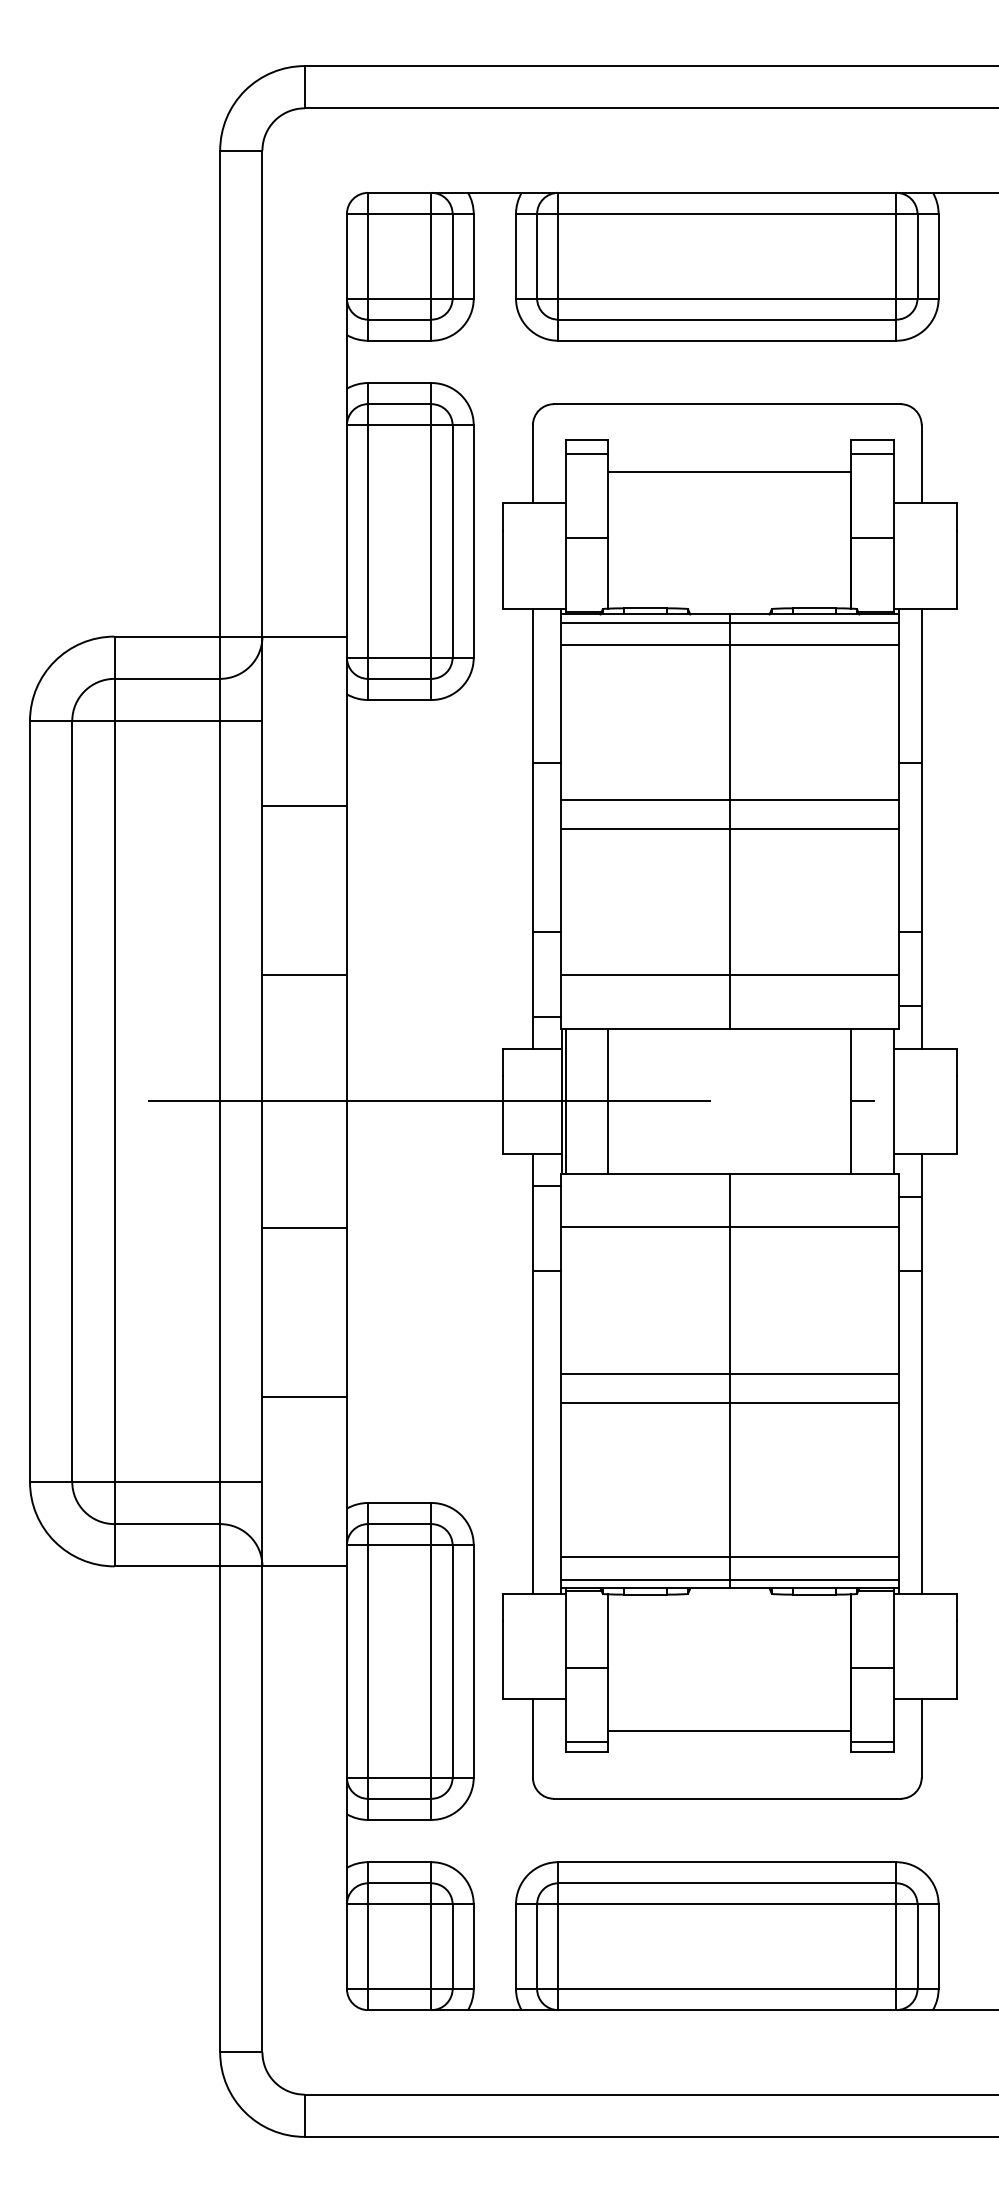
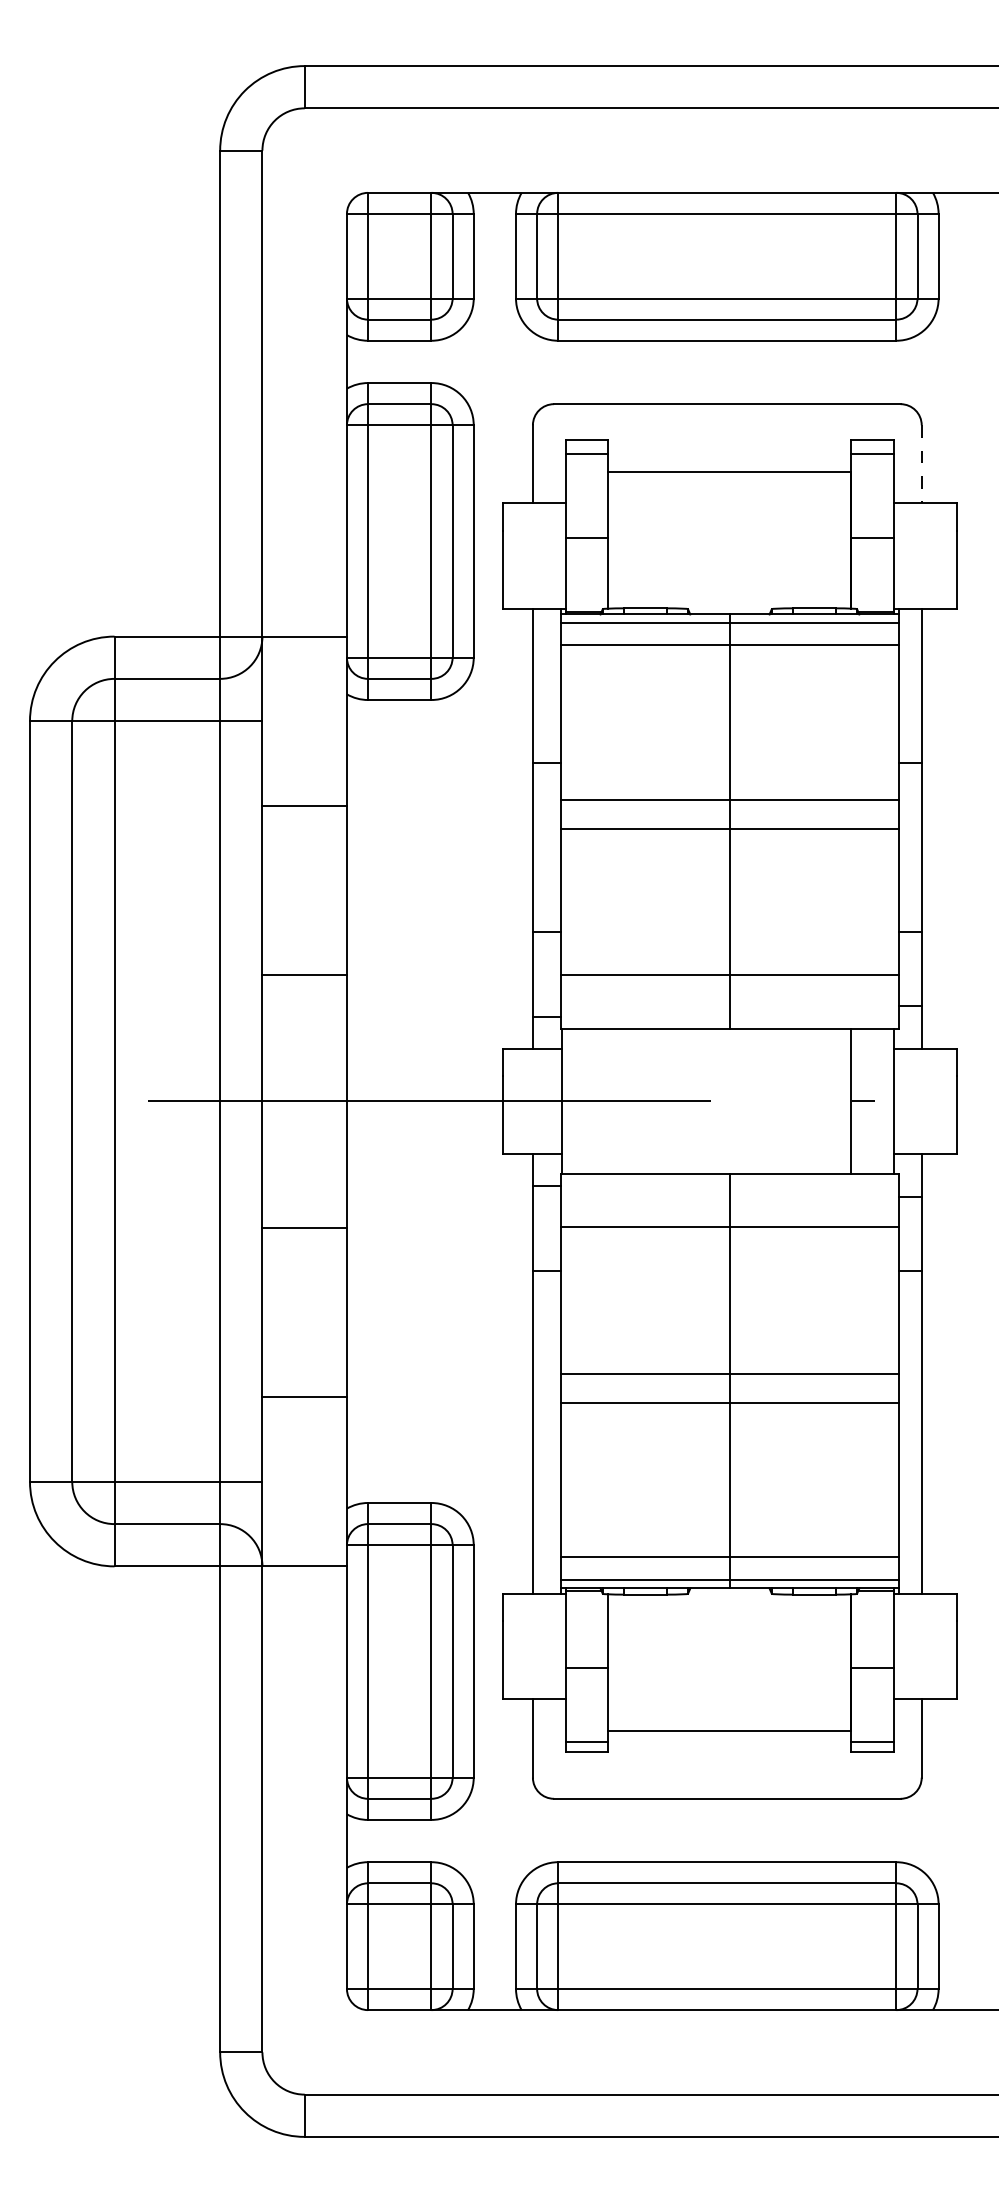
line at (921, 464): solid -> dashed
line at (566, 1101): present -> none
line at (608, 1101): present -> none
